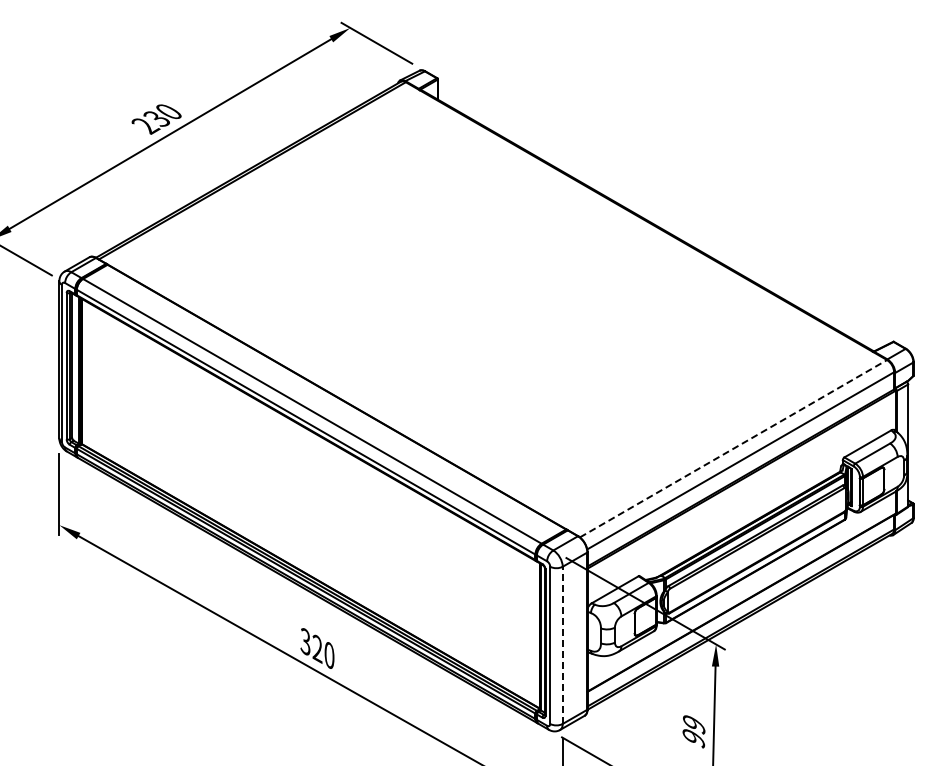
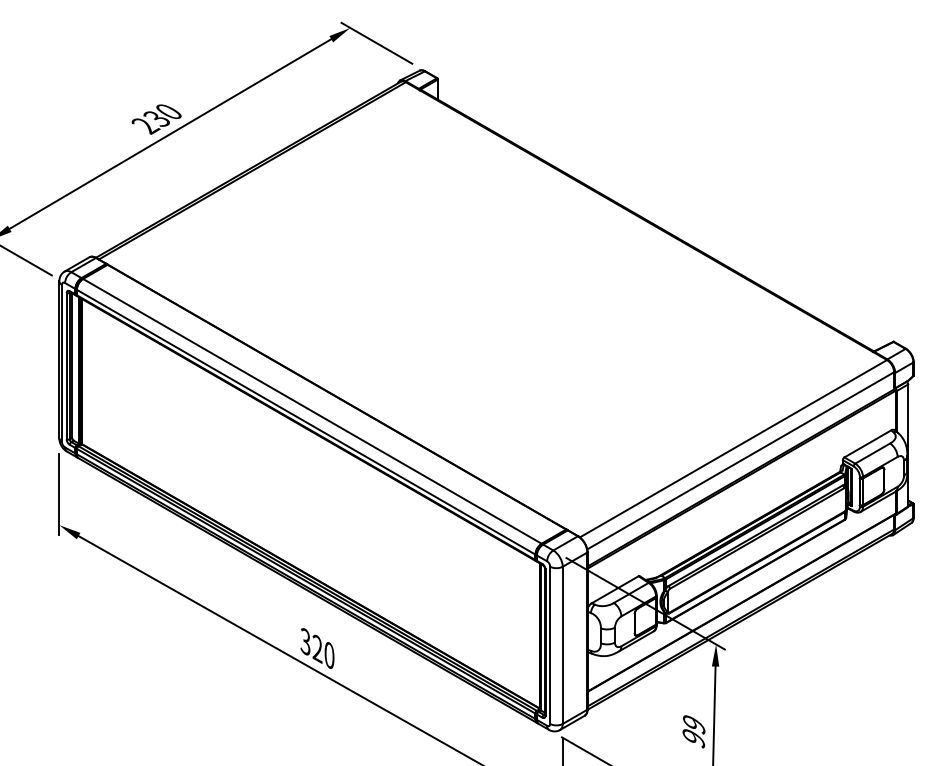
line at (733, 448): dashed -> solid
line at (562, 645): dashed -> solid
